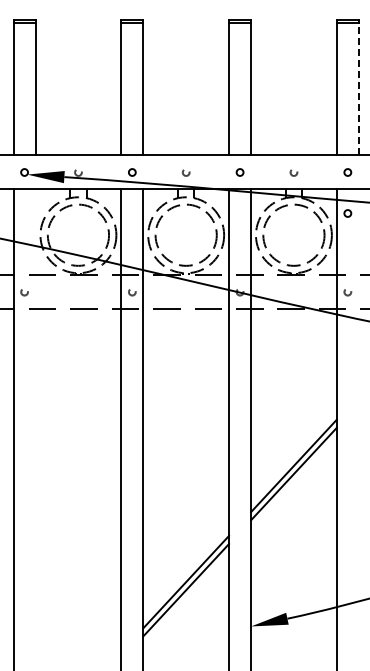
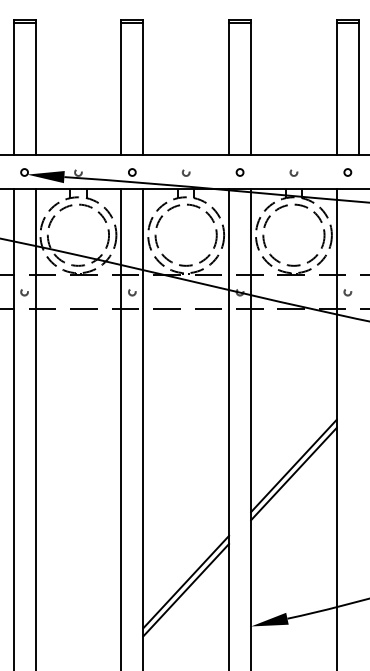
line at (358, 88): dashed -> solid
circle at (347, 213): present -> none
line at (35, 428): none -> present
